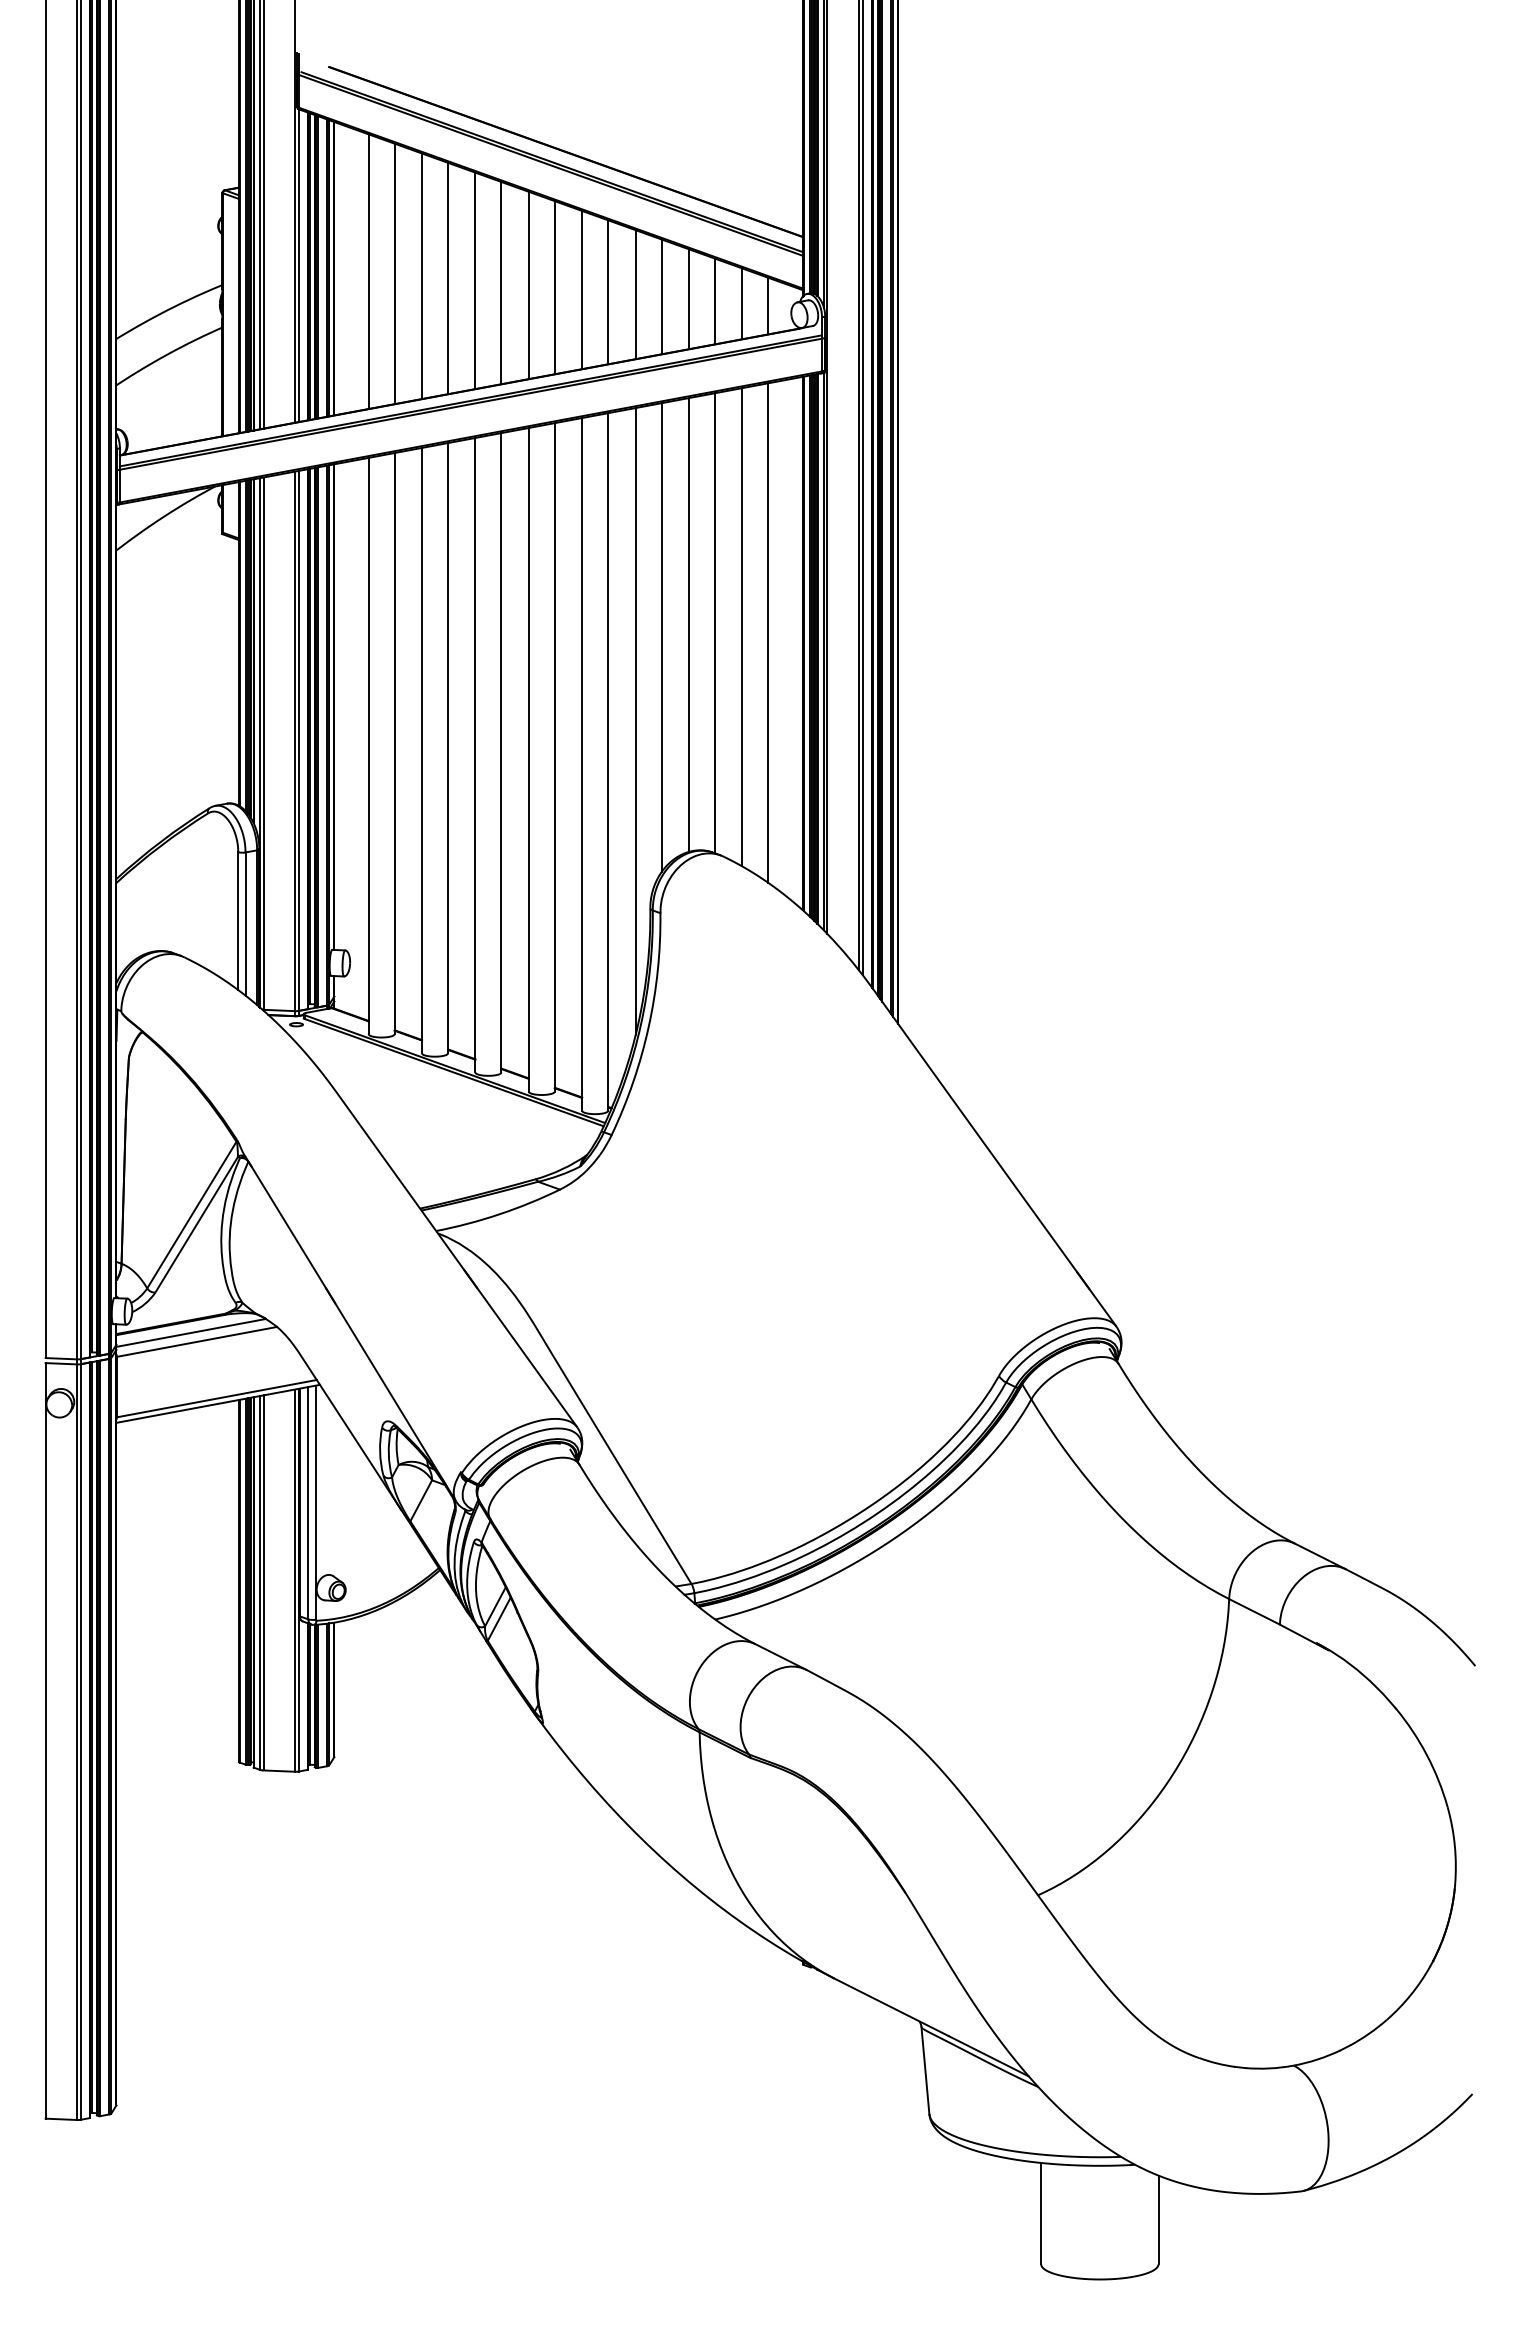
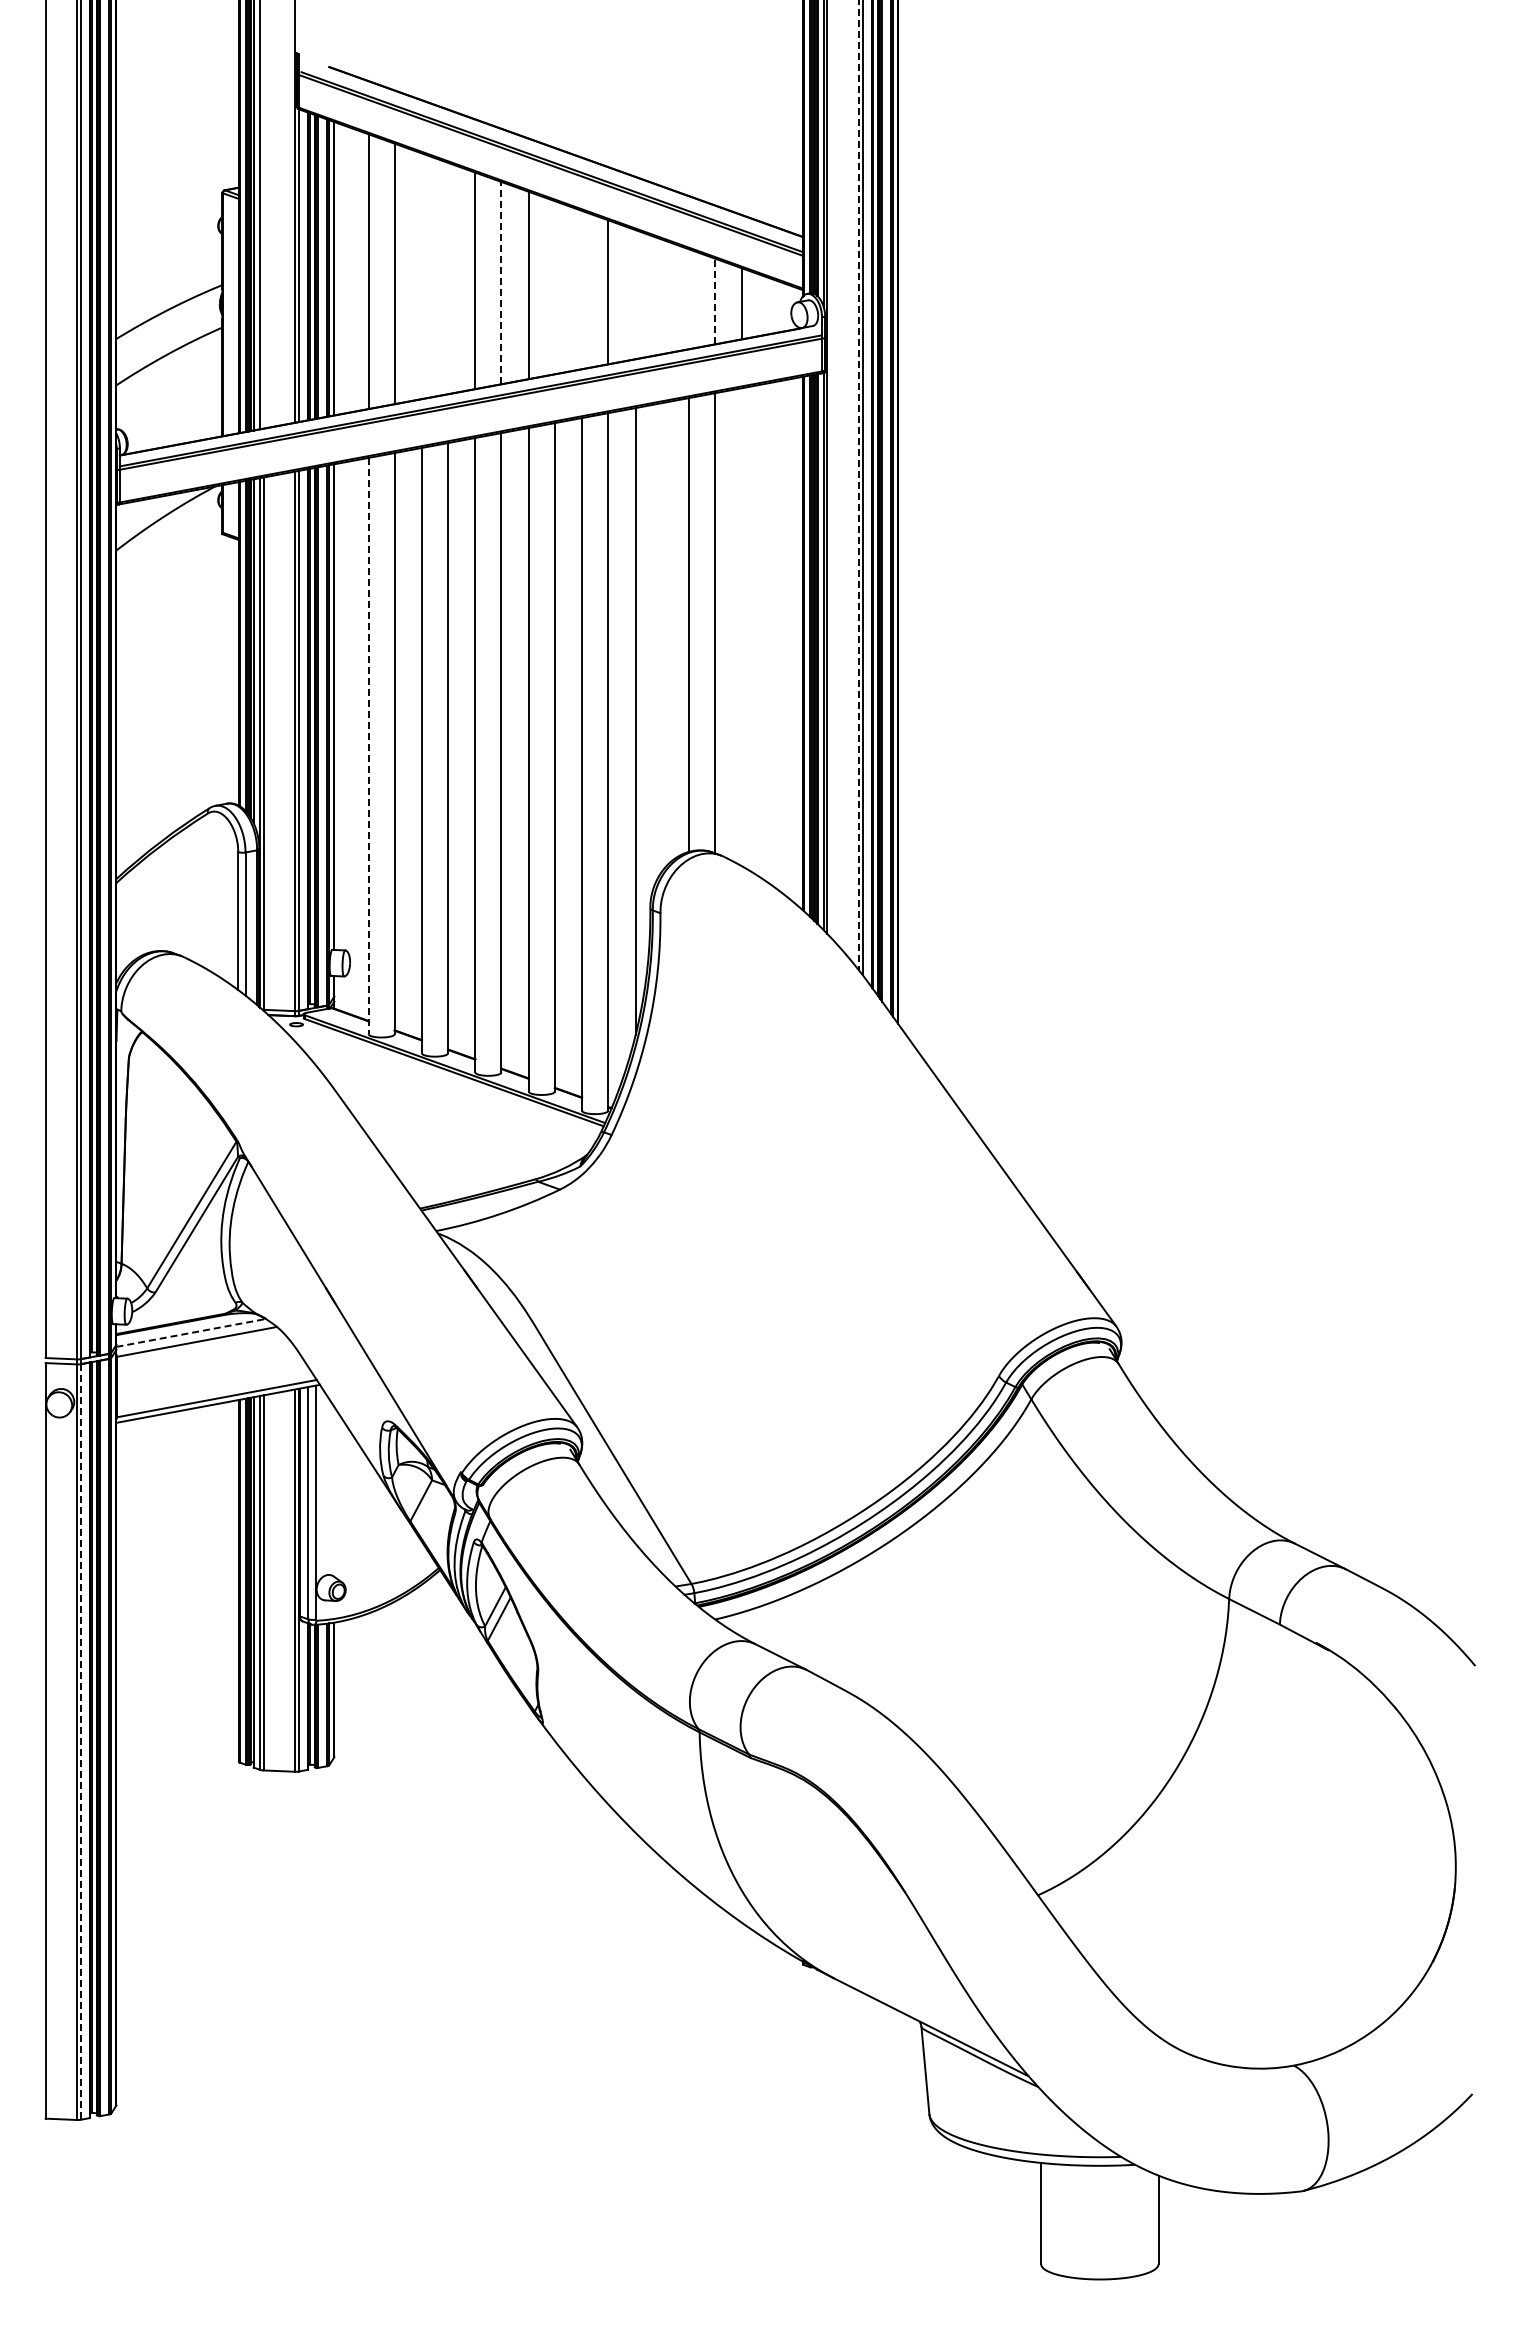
line at (263, 215): present -> none
line at (421, 276): present -> none
line at (448, 278): present -> none
line at (501, 282): solid -> dashed
line at (554, 287): present -> none
line at (582, 289): present -> none
line at (635, 294): present -> none
line at (661, 296): present -> none
line at (688, 299): present -> none
line at (714, 301): solid -> dashed
line at (768, 305): present -> none
line at (858, 485): solid -> dashed
line at (742, 627): present -> none
line at (768, 632): present -> none
line at (661, 637): present -> none
line at (368, 746): solid -> dashed
line at (191, 1332): solid -> dashed
line at (81, 1741): solid -> dashed
